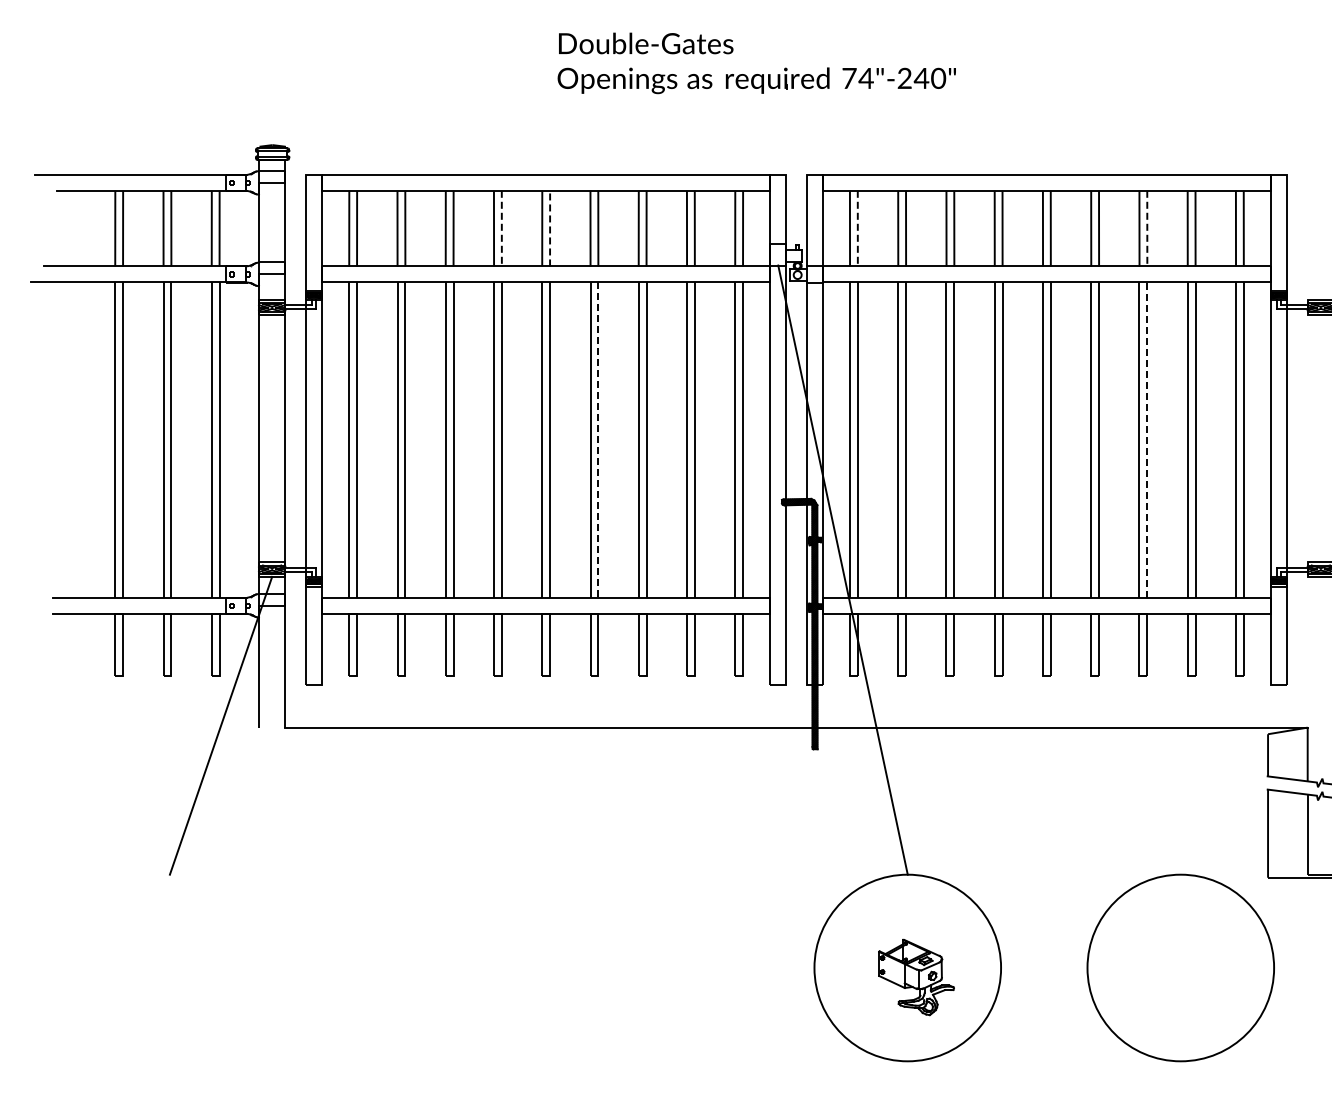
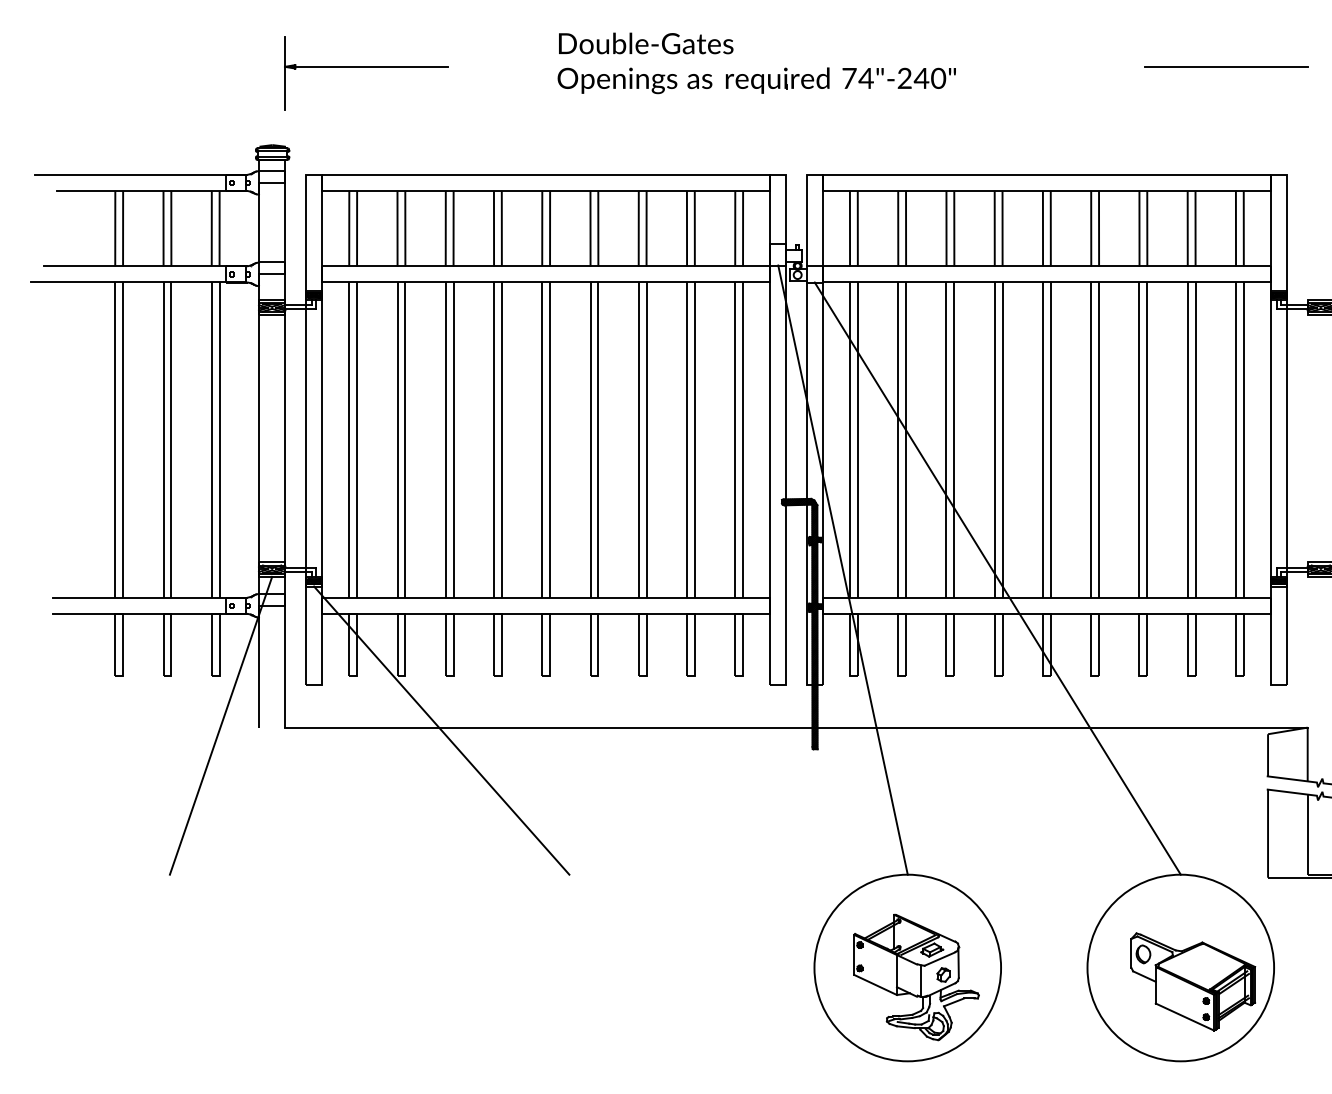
line at (1225, 66): none -> present
part at (366, 73): none -> present
line at (501, 228): dashed -> solid
line at (550, 228): dashed -> solid
line at (857, 228): dashed -> solid
line at (1147, 228): dashed -> solid
line at (598, 440): dashed -> solid
line at (1147, 440): dashed -> solid
line at (997, 578): none -> present
line at (441, 730): none -> present
part at (916, 977) size: 77x79 px -> 127x129 px
part at (1193, 981): none -> present
